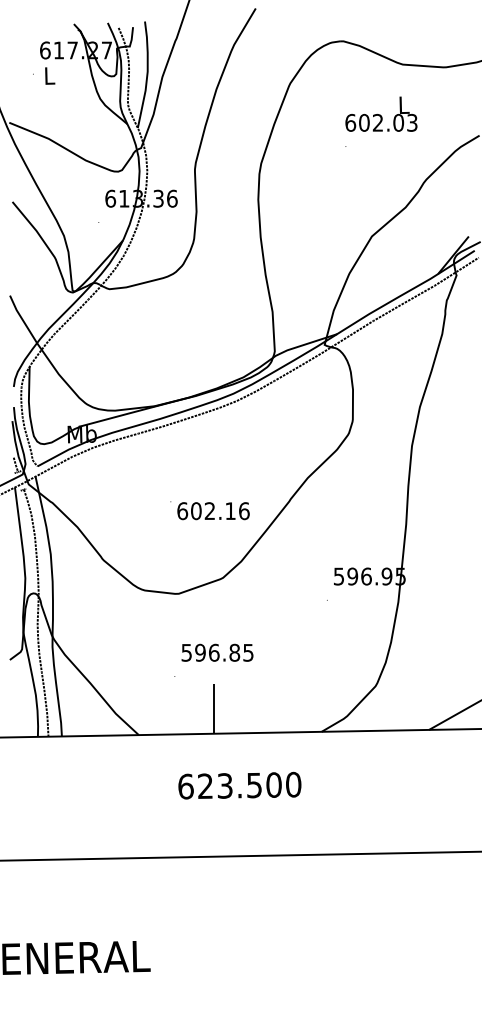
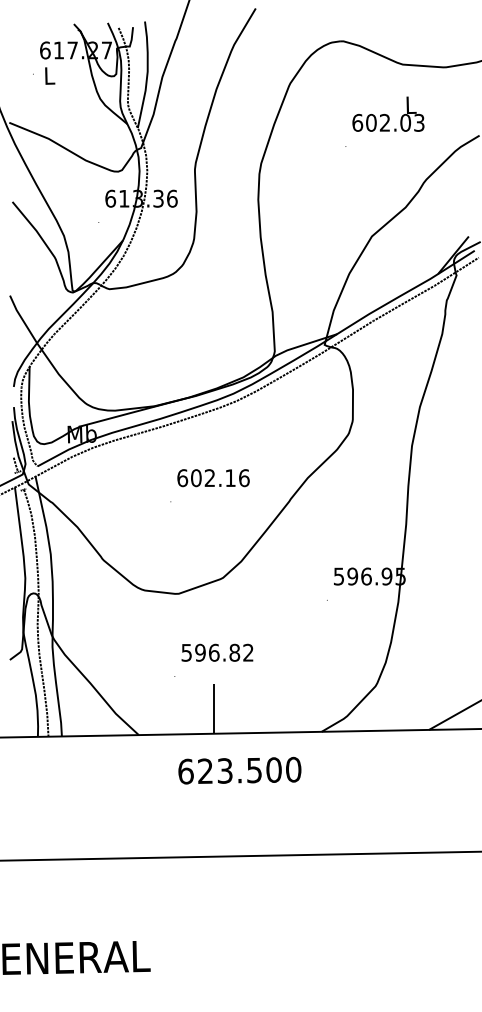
text at (381, 113) position: (381, 113) -> (388, 113)
text at (213, 511) position: (213, 511) -> (213, 478)
text at (248, 652): 596.85 -> 596.82
text at (239, 785) position: (239, 785) -> (239, 770)
